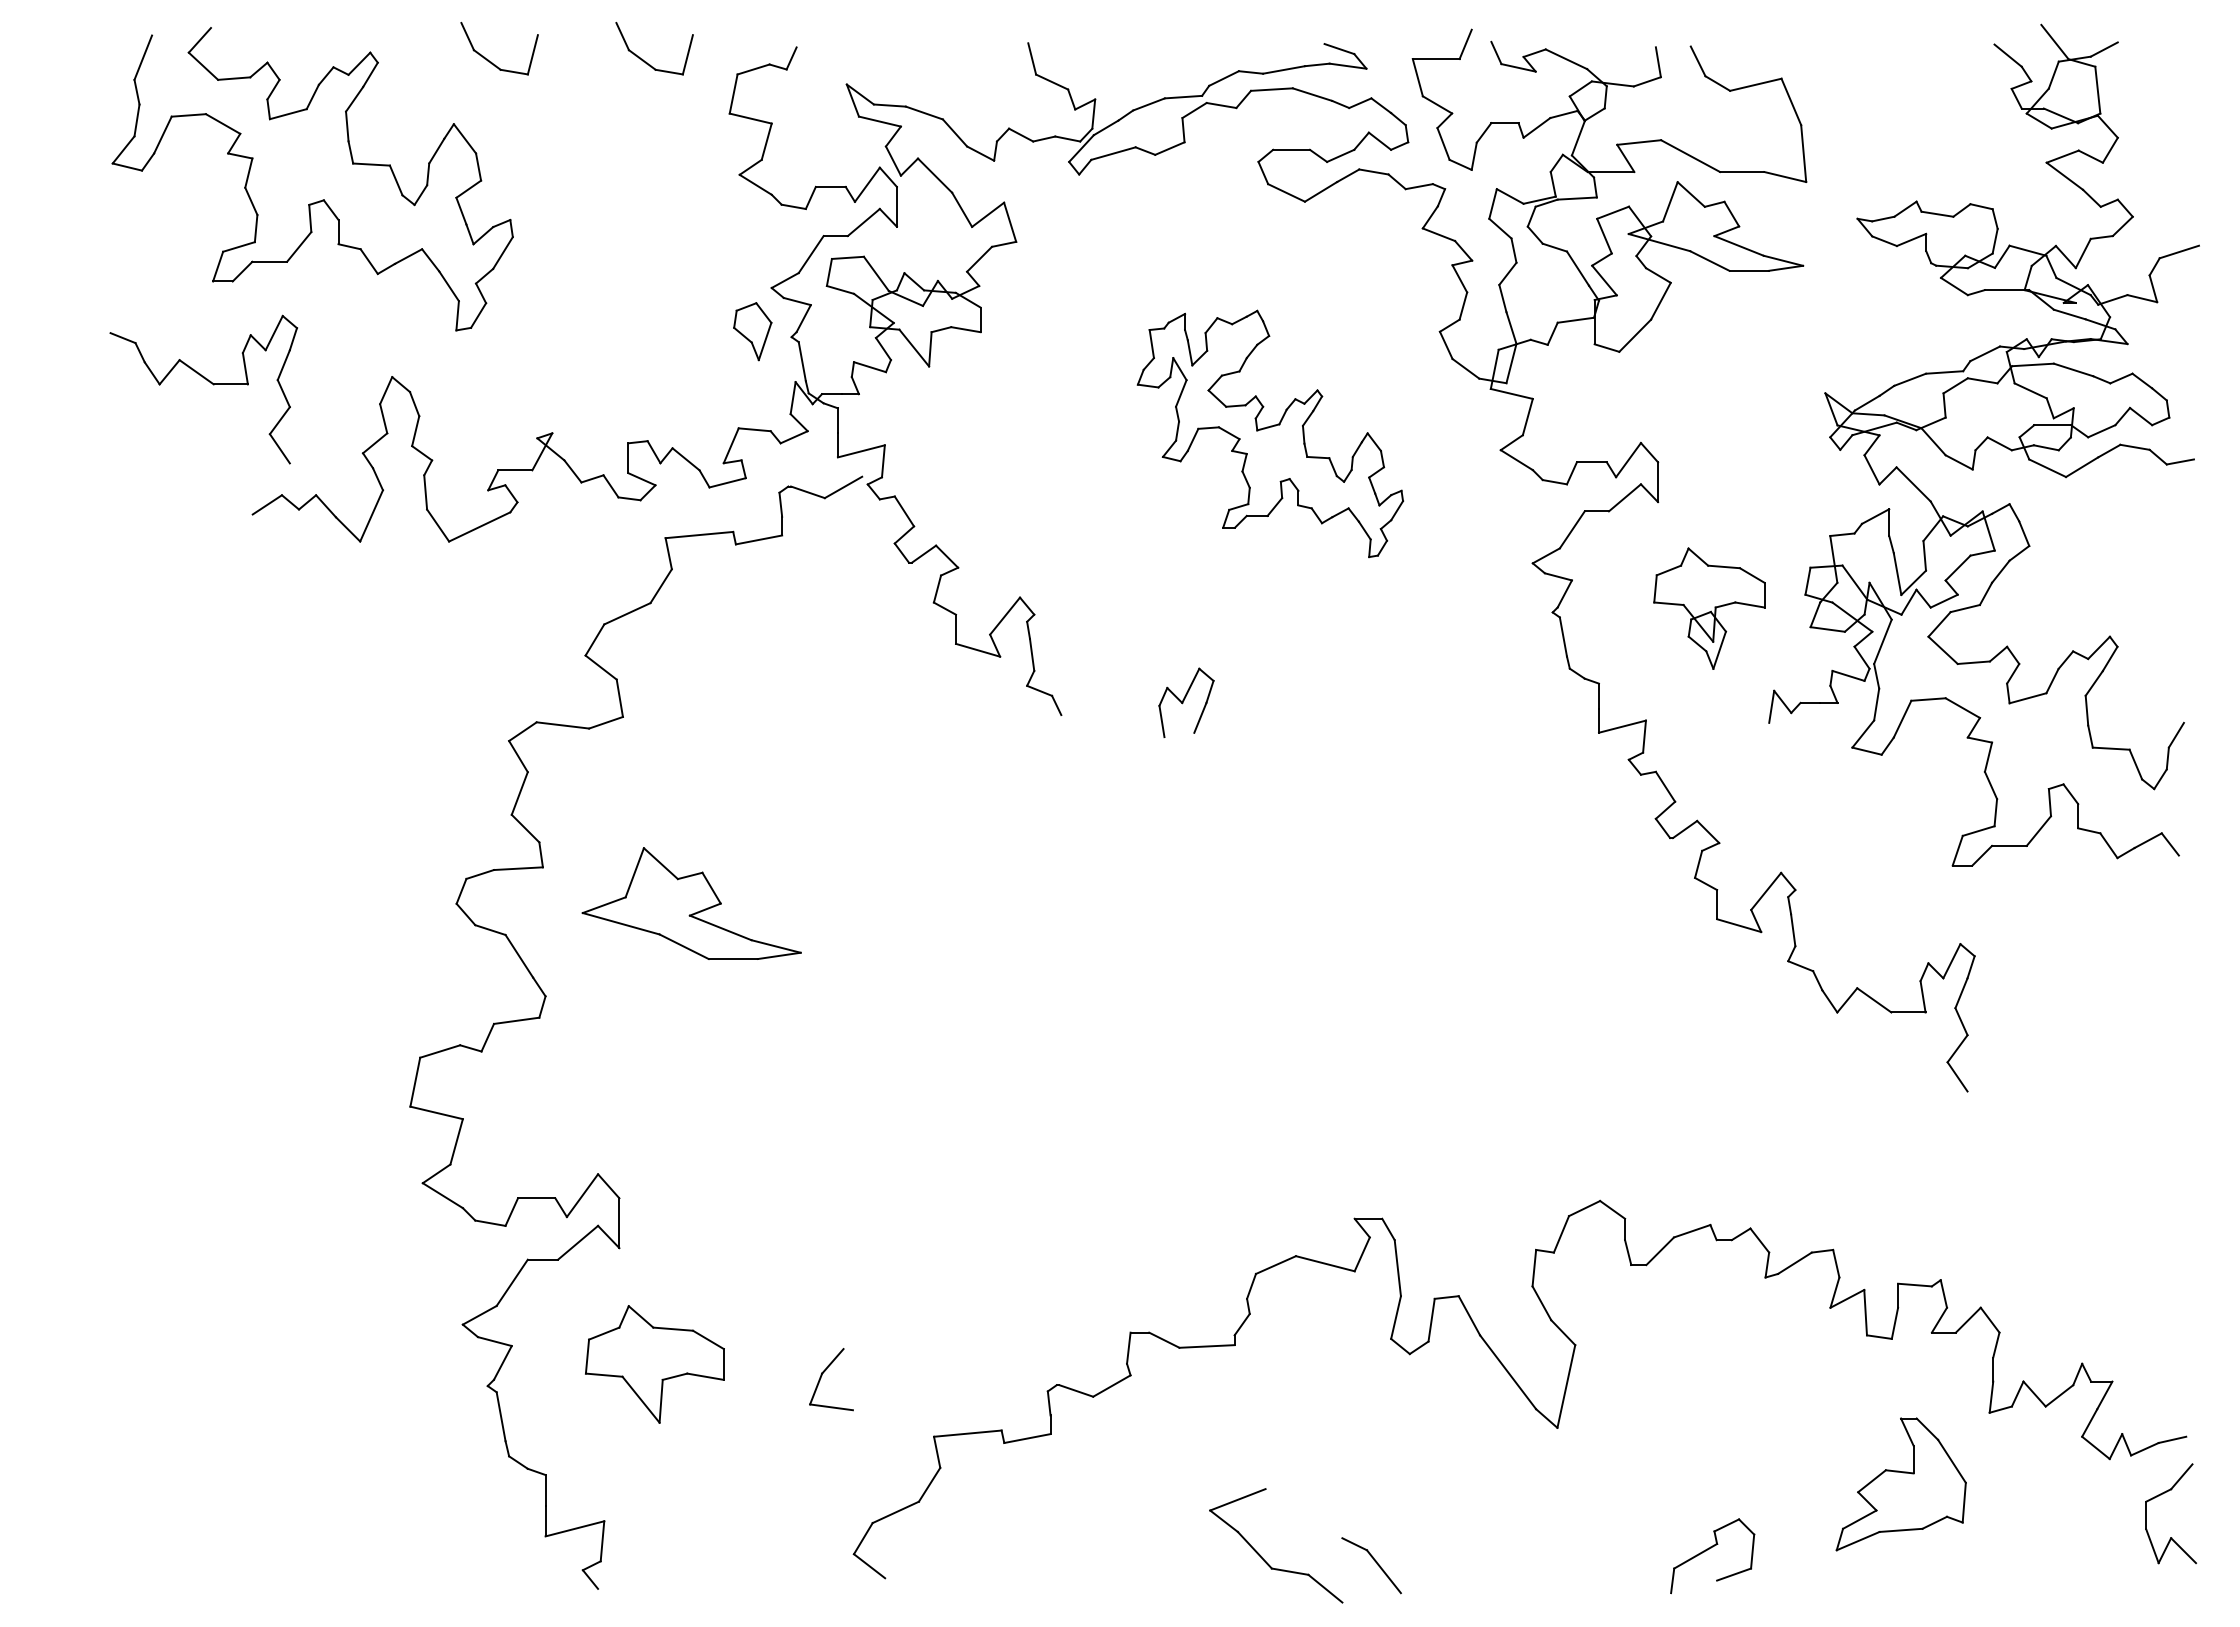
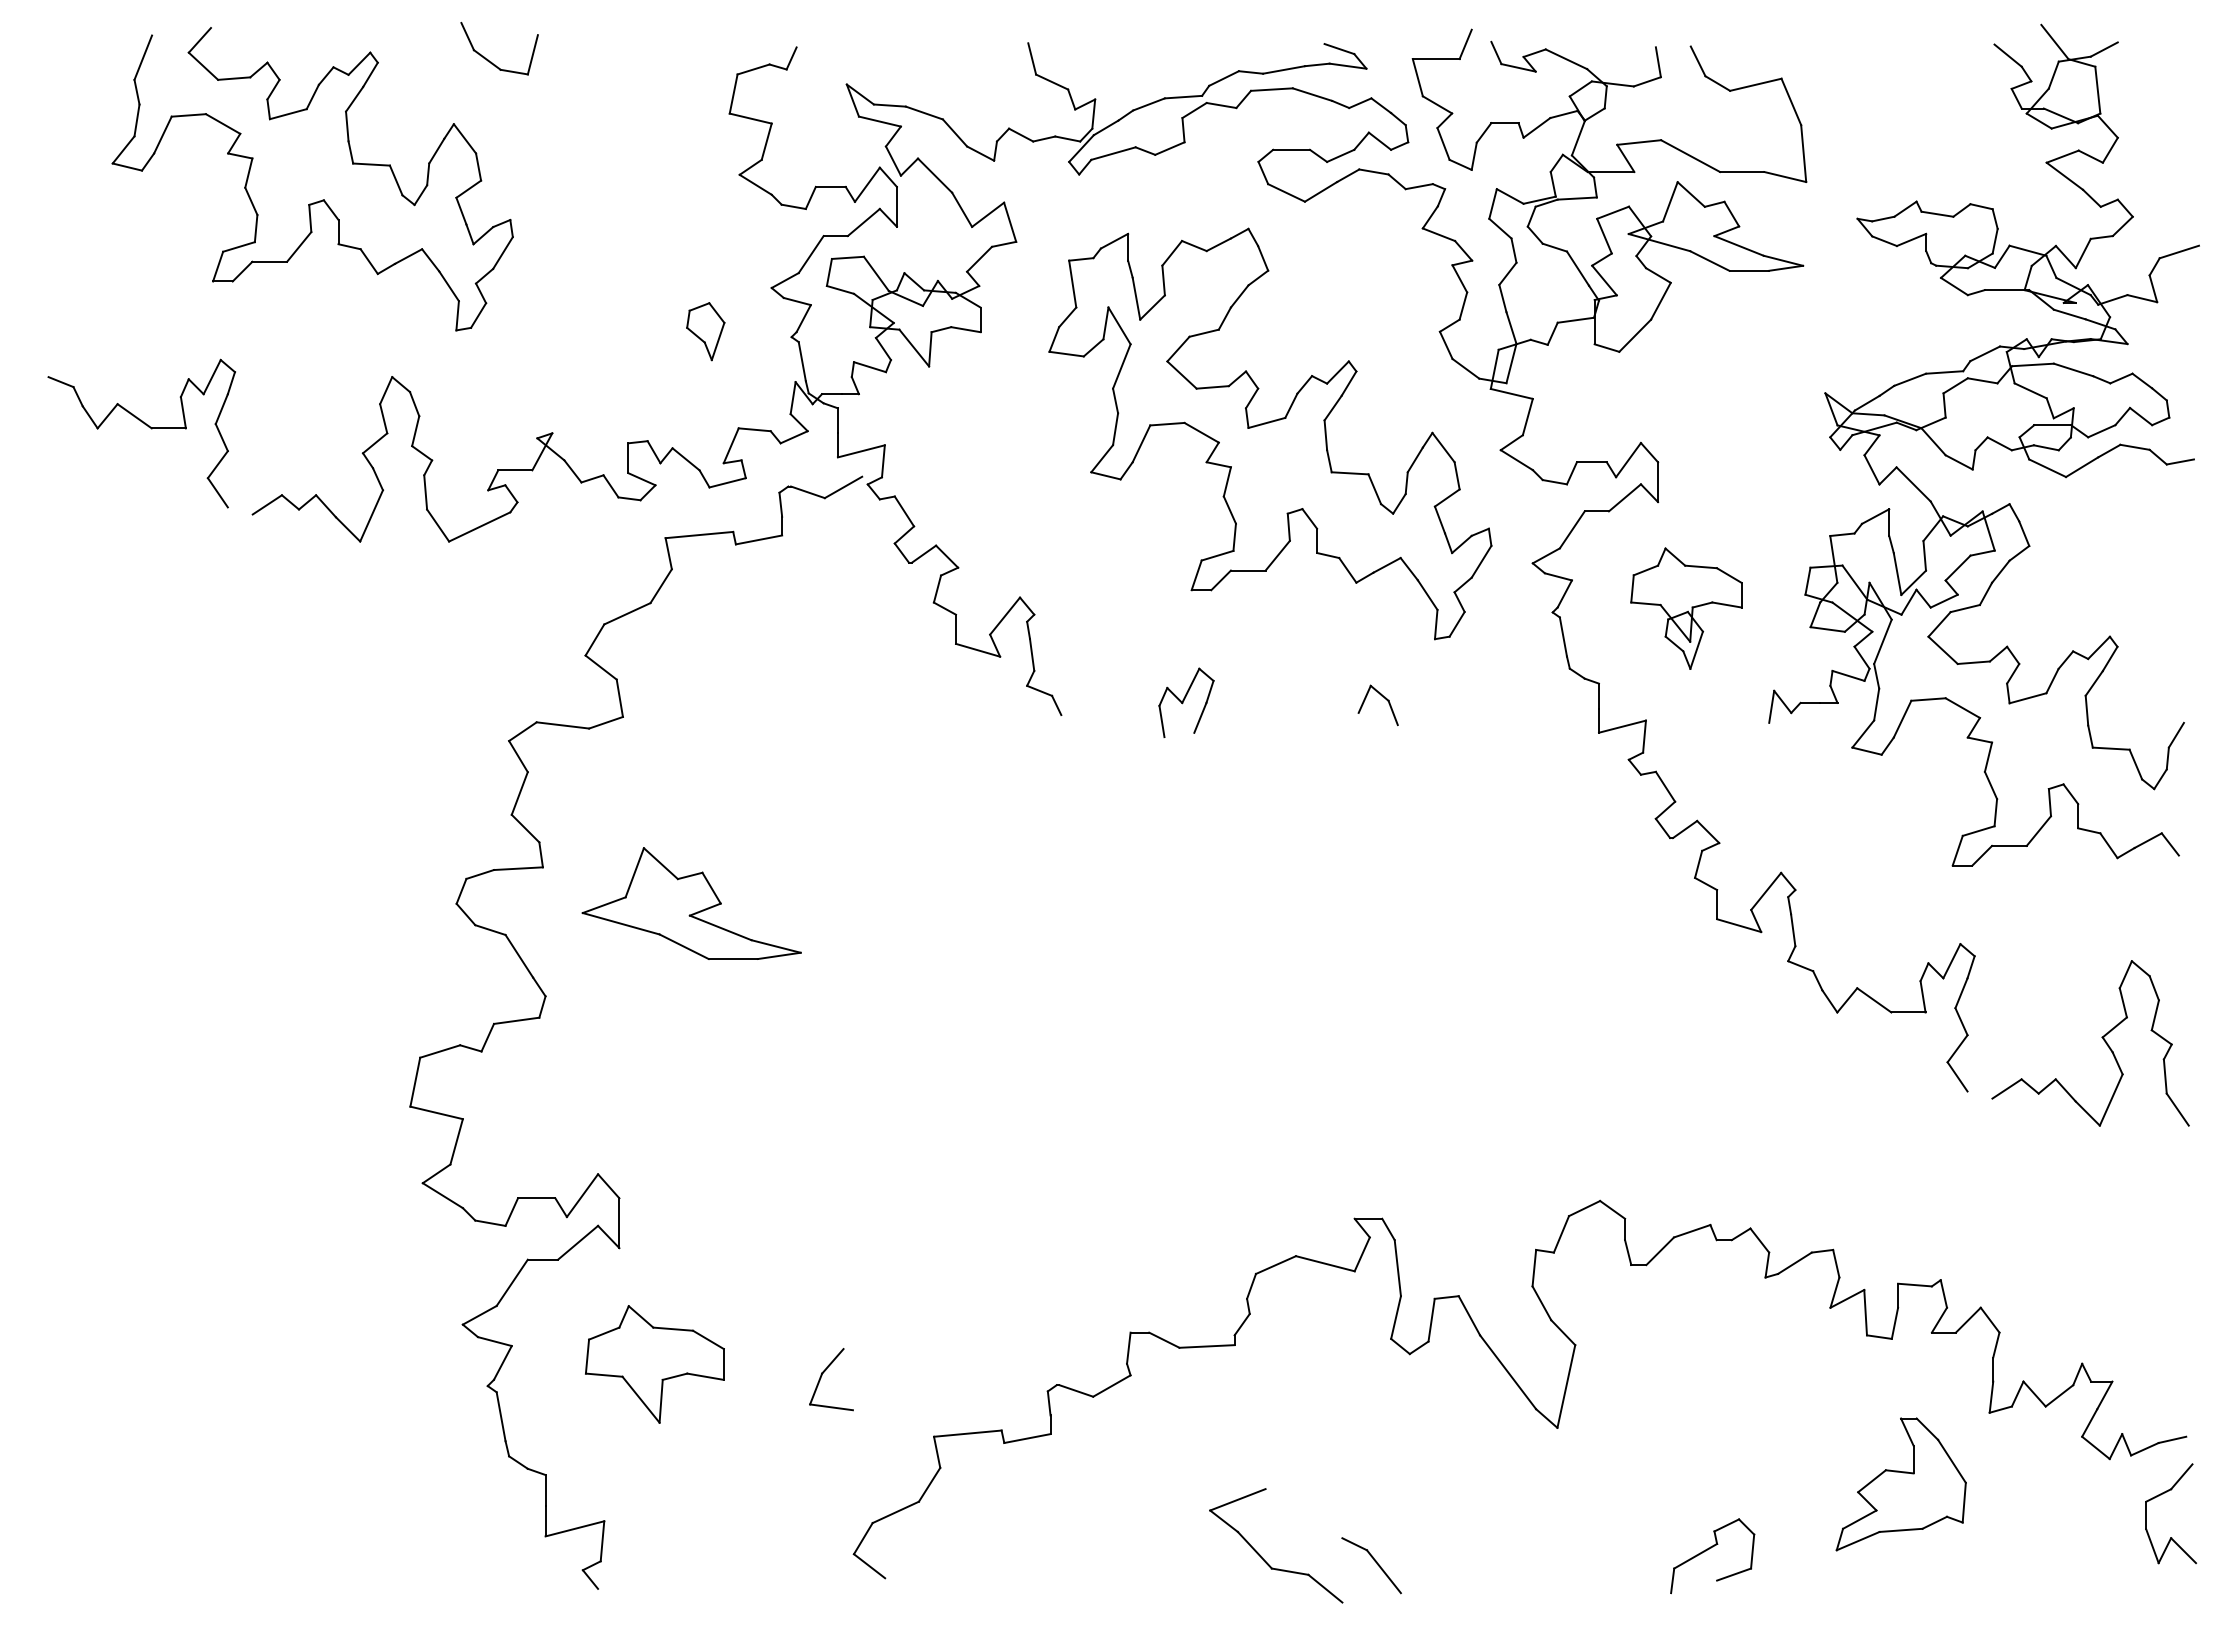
part at (646, 61): present -> none
part at (752, 331) position: (752, 331) -> (705, 331)
part at (207, 381) position: (207, 381) -> (145, 425)
part at (1270, 433) size: 269x250 px -> 445x414 px
part at (1709, 608) position: (1709, 608) -> (1686, 608)
part at (1381, 696): none -> present
part at (2101, 1037): none -> present
